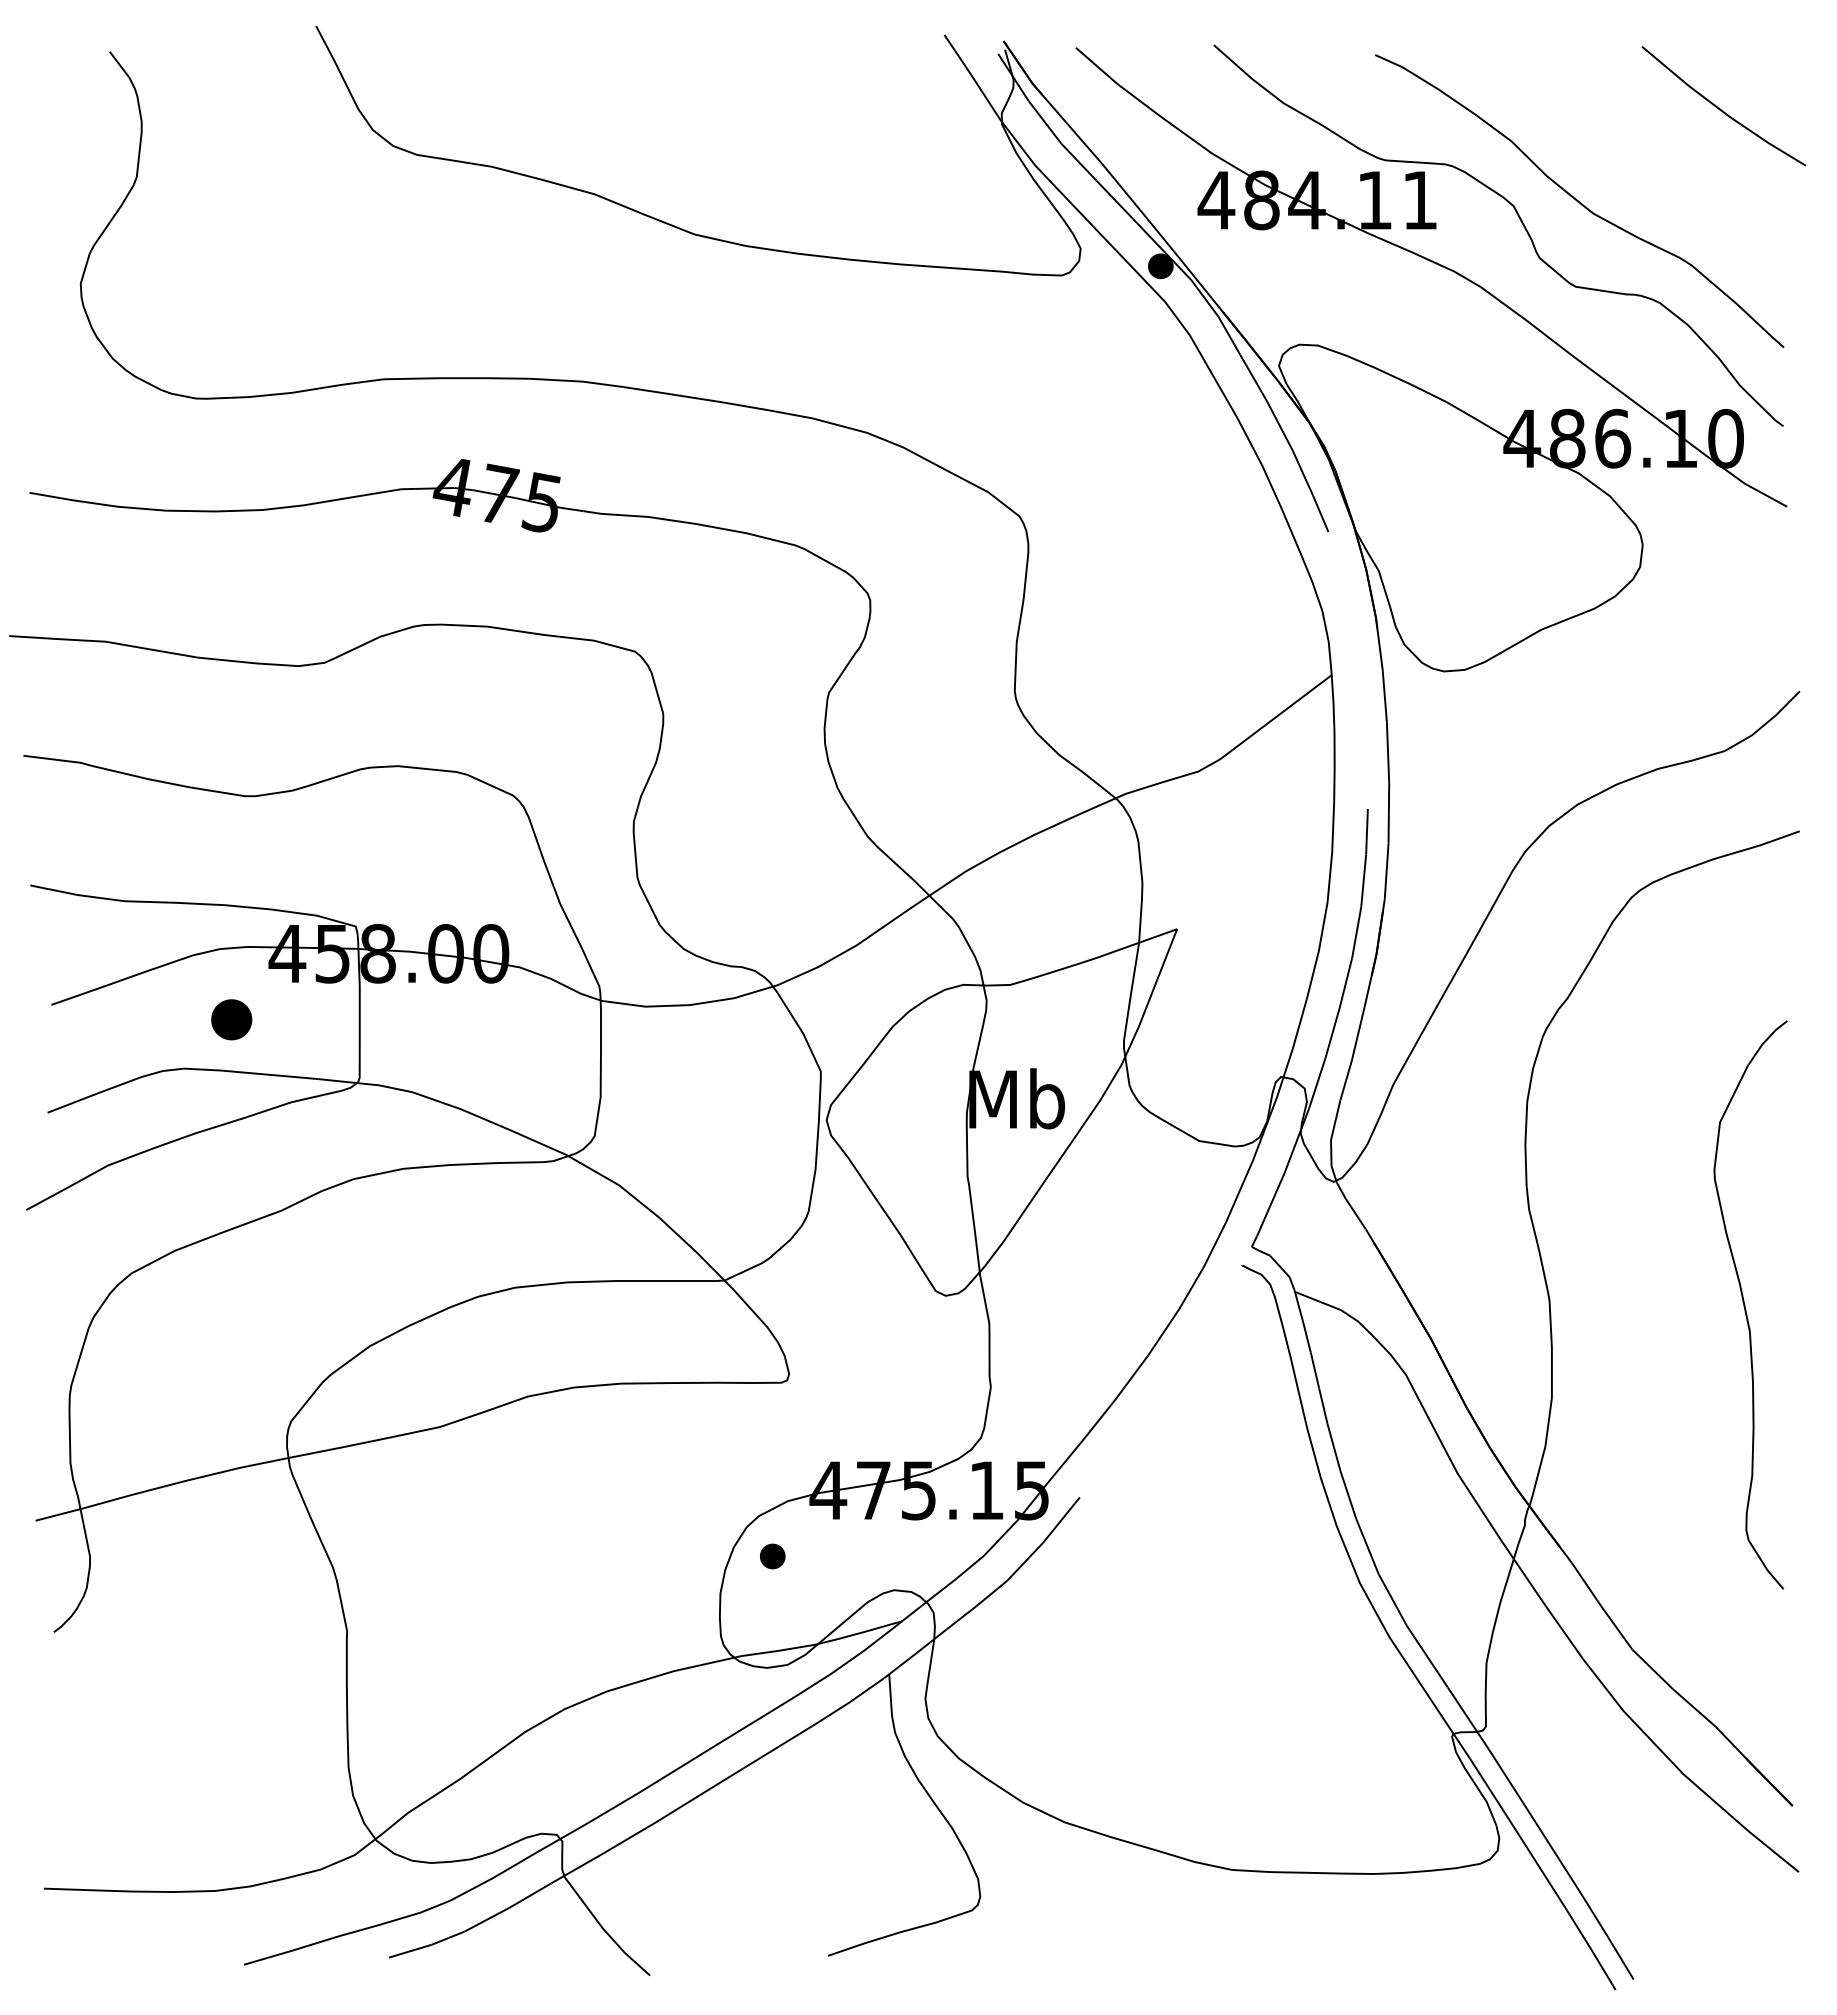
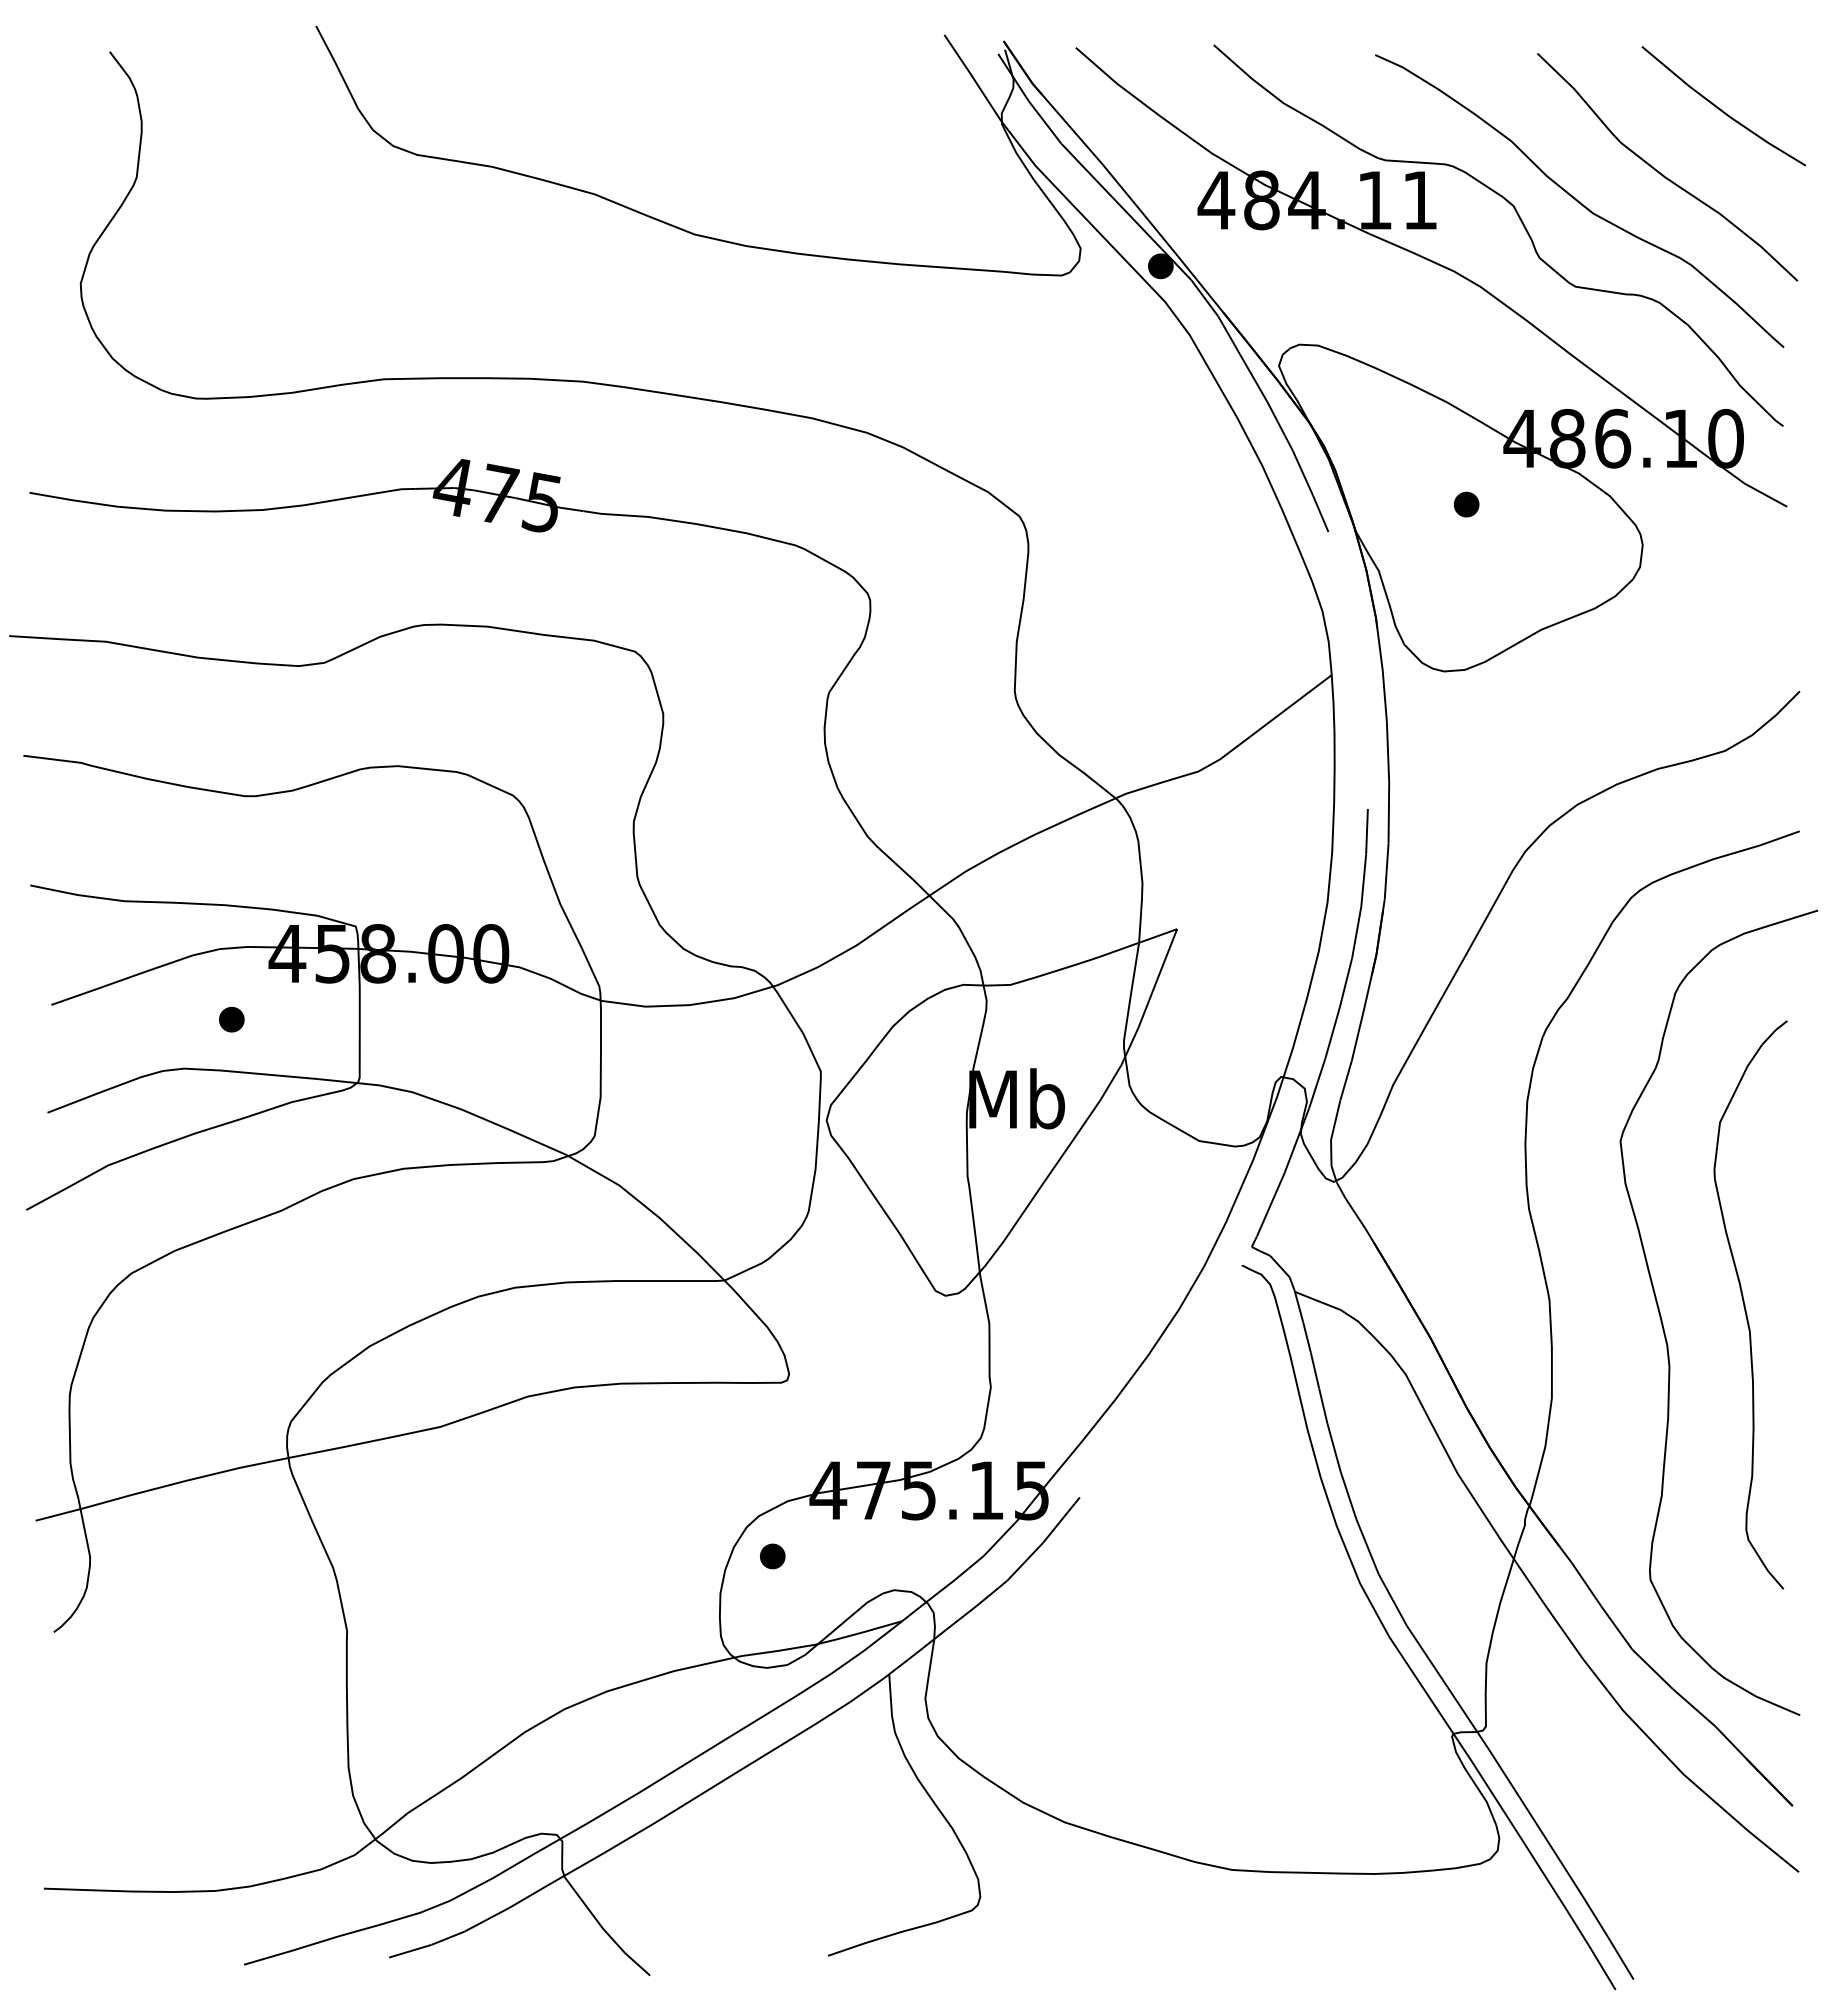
curve at (1663, 174): none -> present
part at (1466, 504): none -> present
part at (231, 1019) size: 42x42 px -> 26x27 px
part at (1663, 1323): none -> present
